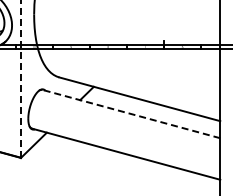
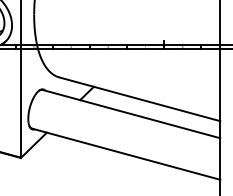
line at (20, 79): dashed -> solid
line at (130, 113): dashed -> solid
